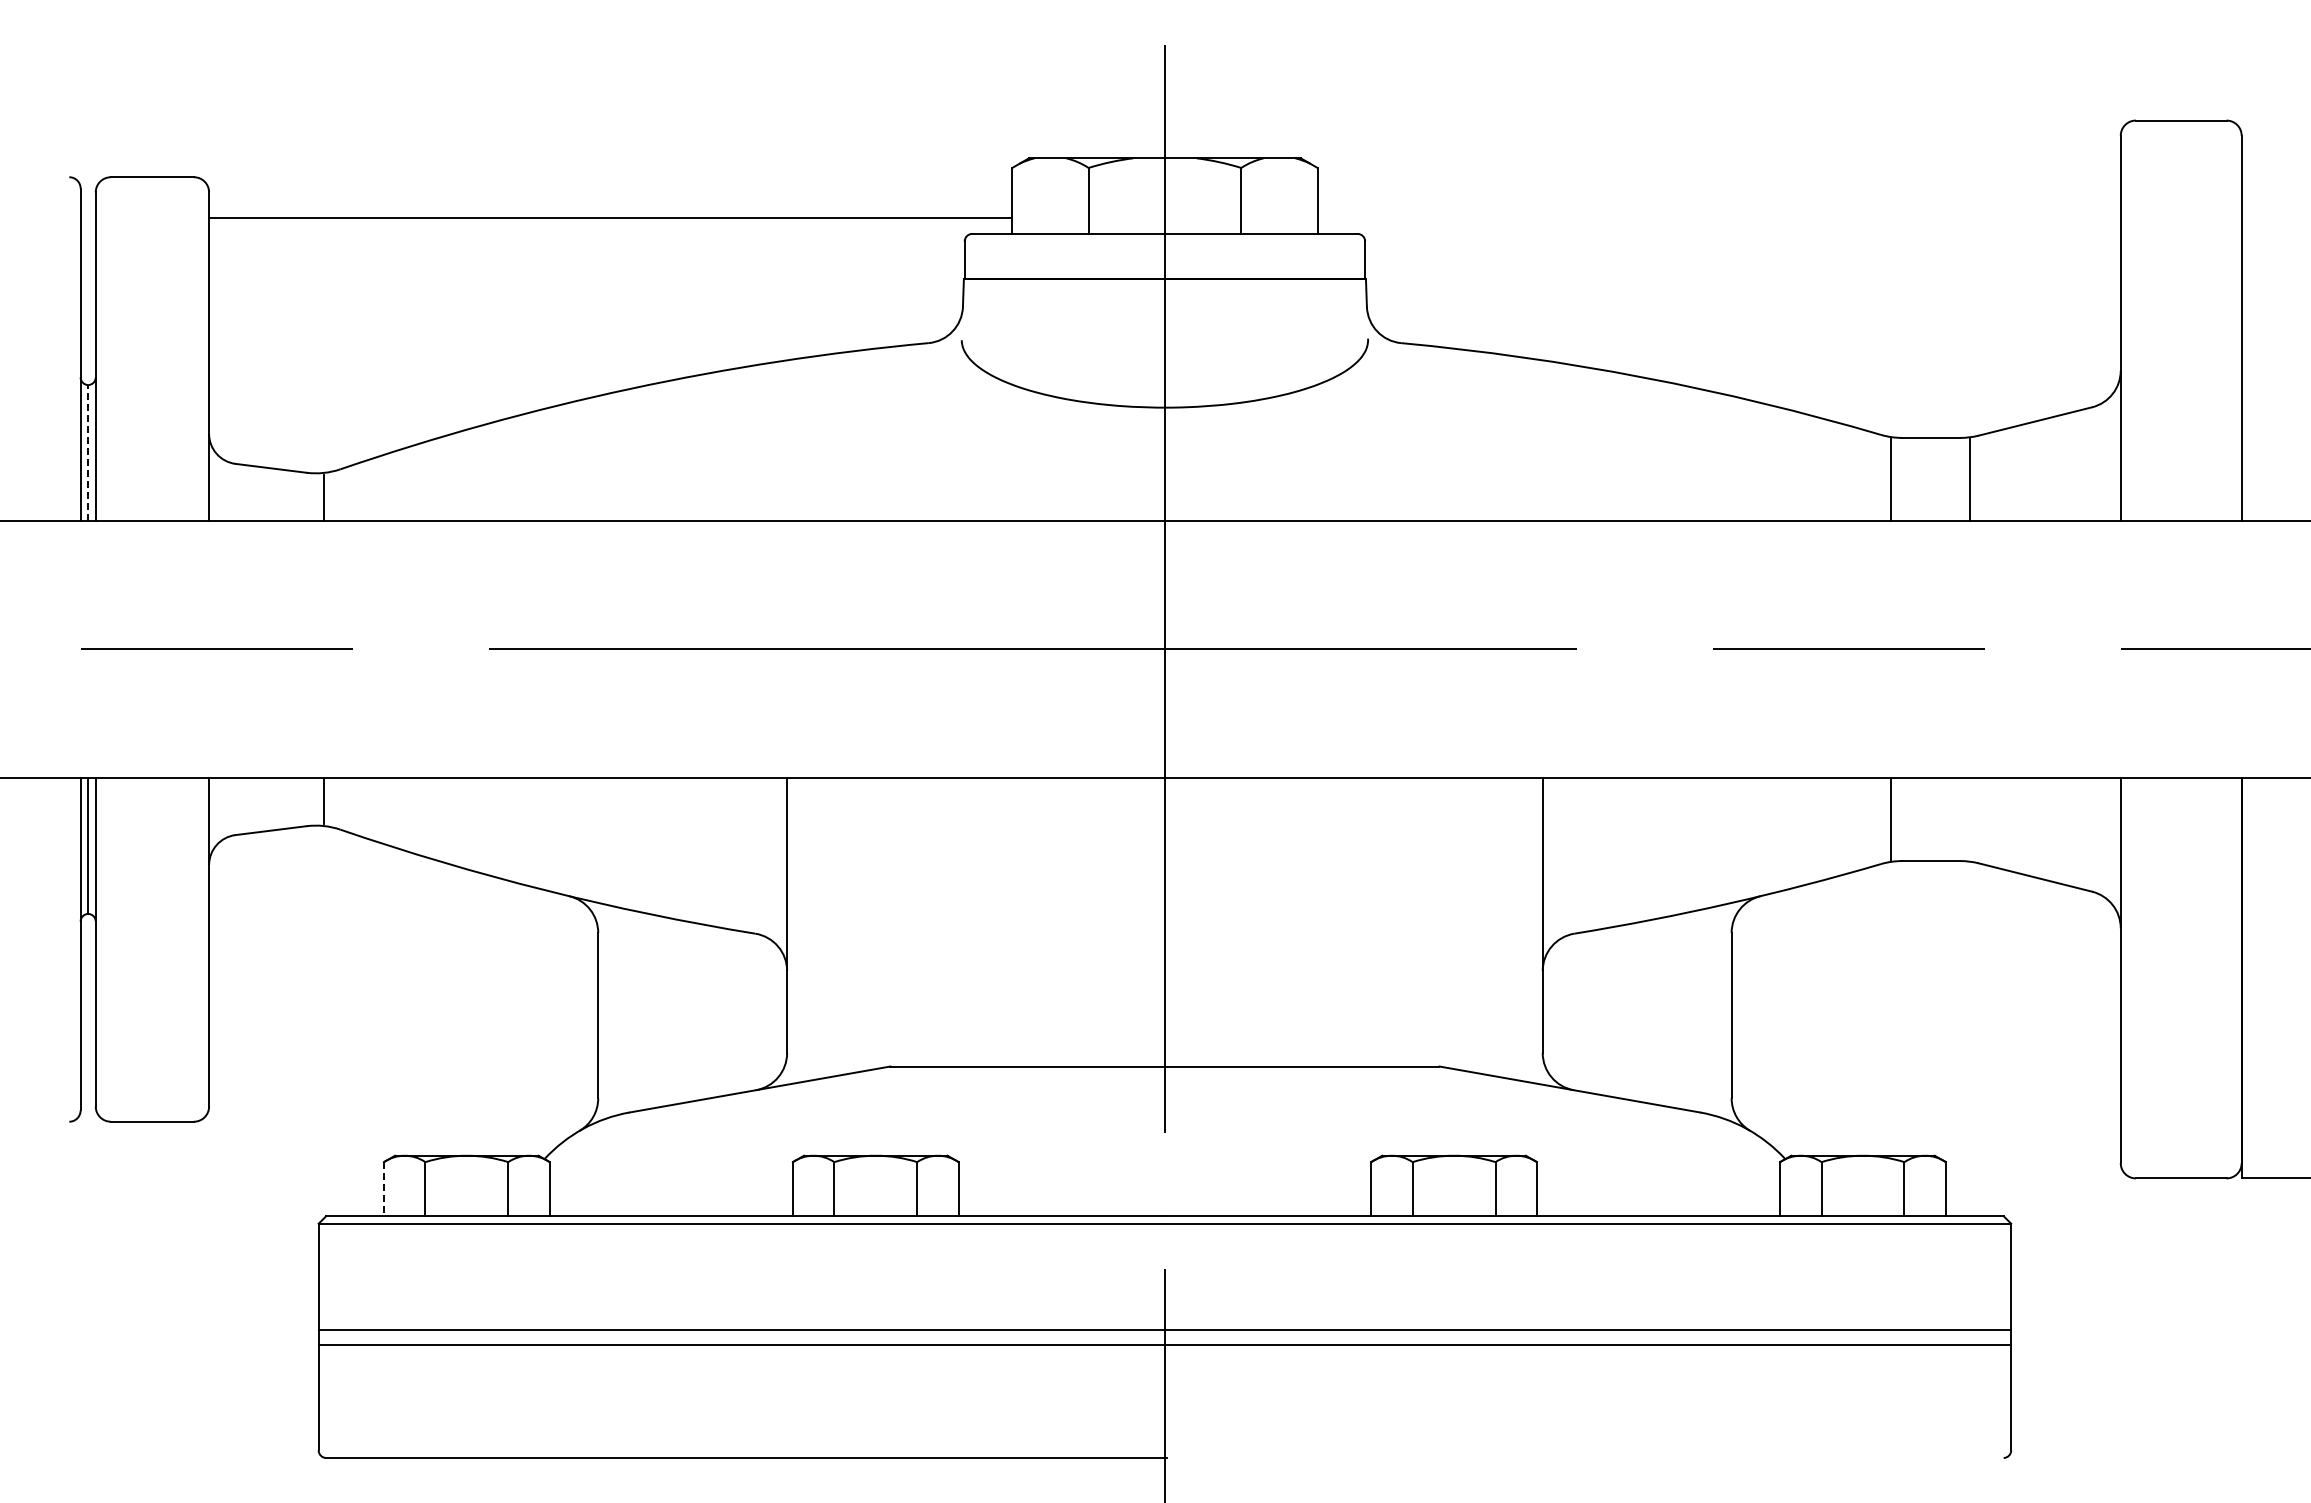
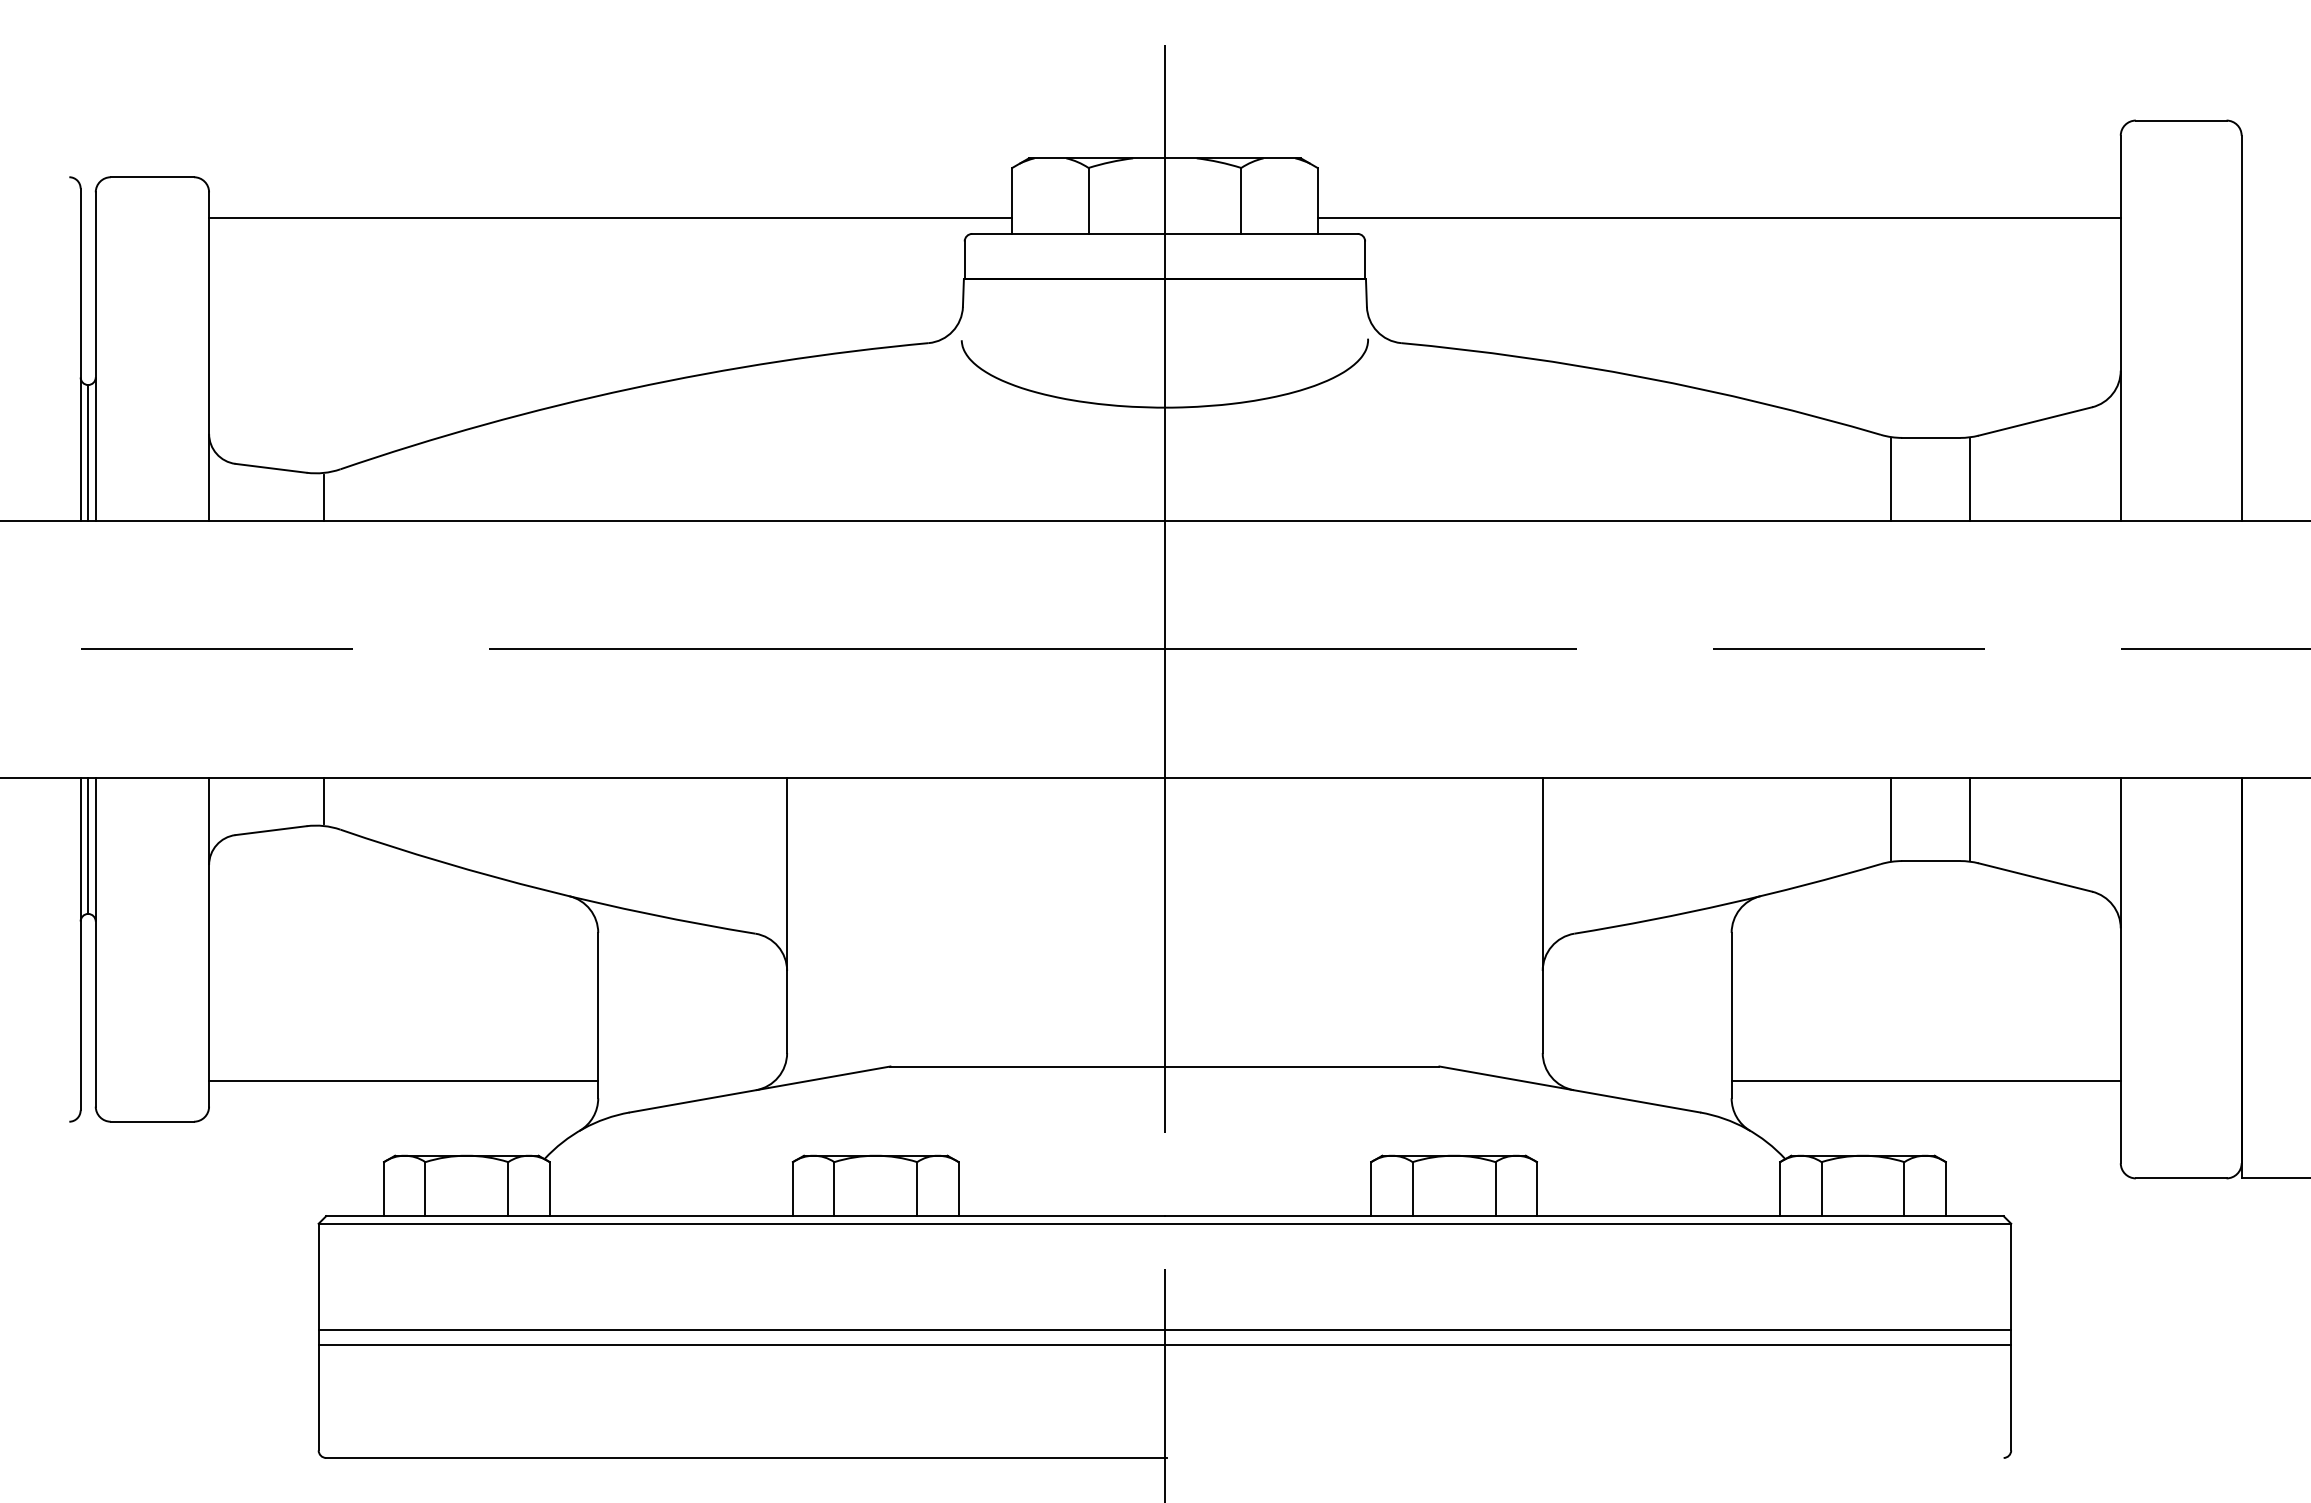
line at (1718, 217): none -> present
line at (88, 452): dashed -> solid
line at (1969, 819): none -> present
line at (403, 1081): none -> present
line at (1925, 1081): none -> present
line at (383, 1189): dashed -> solid
